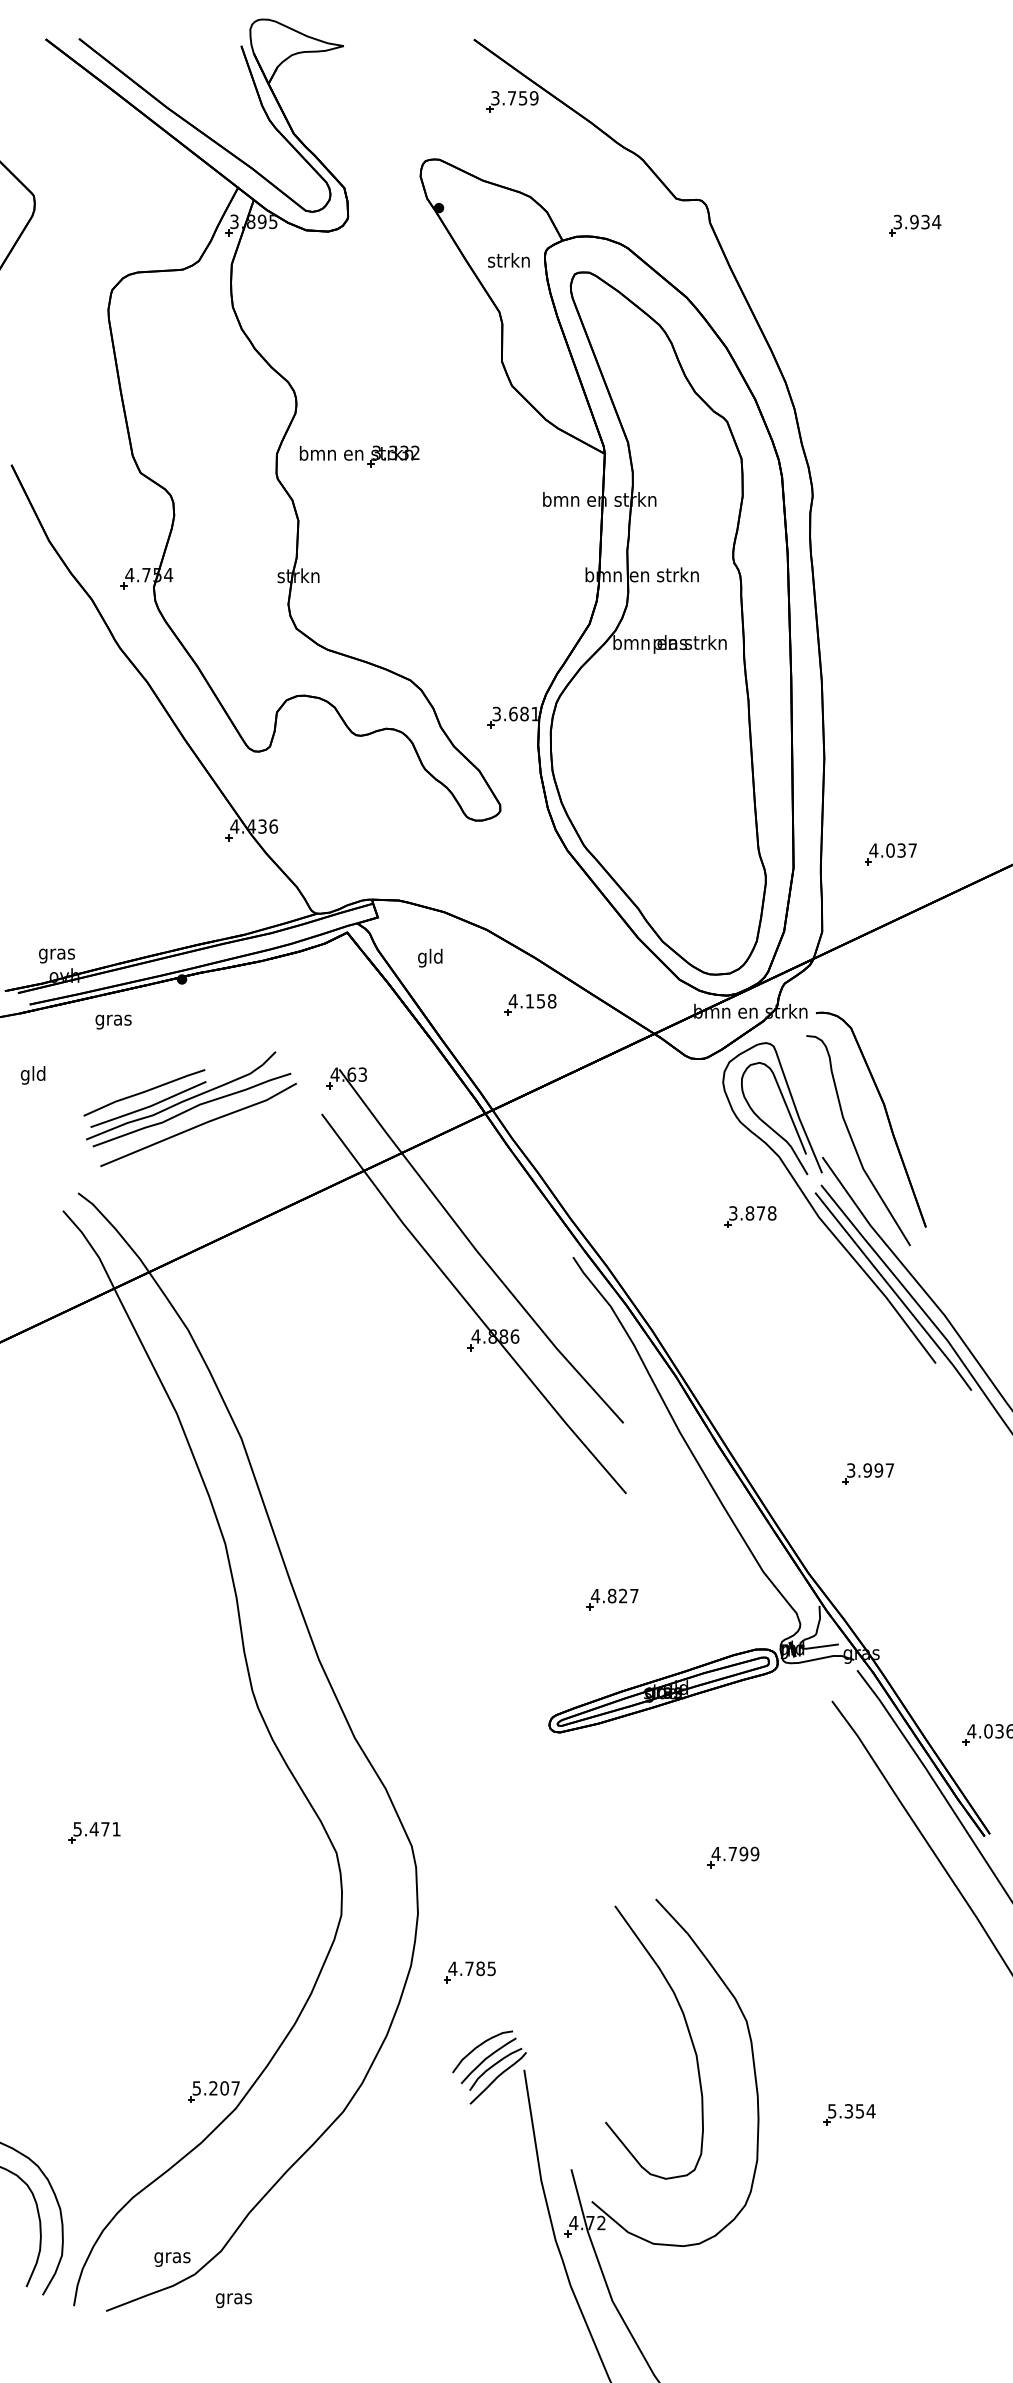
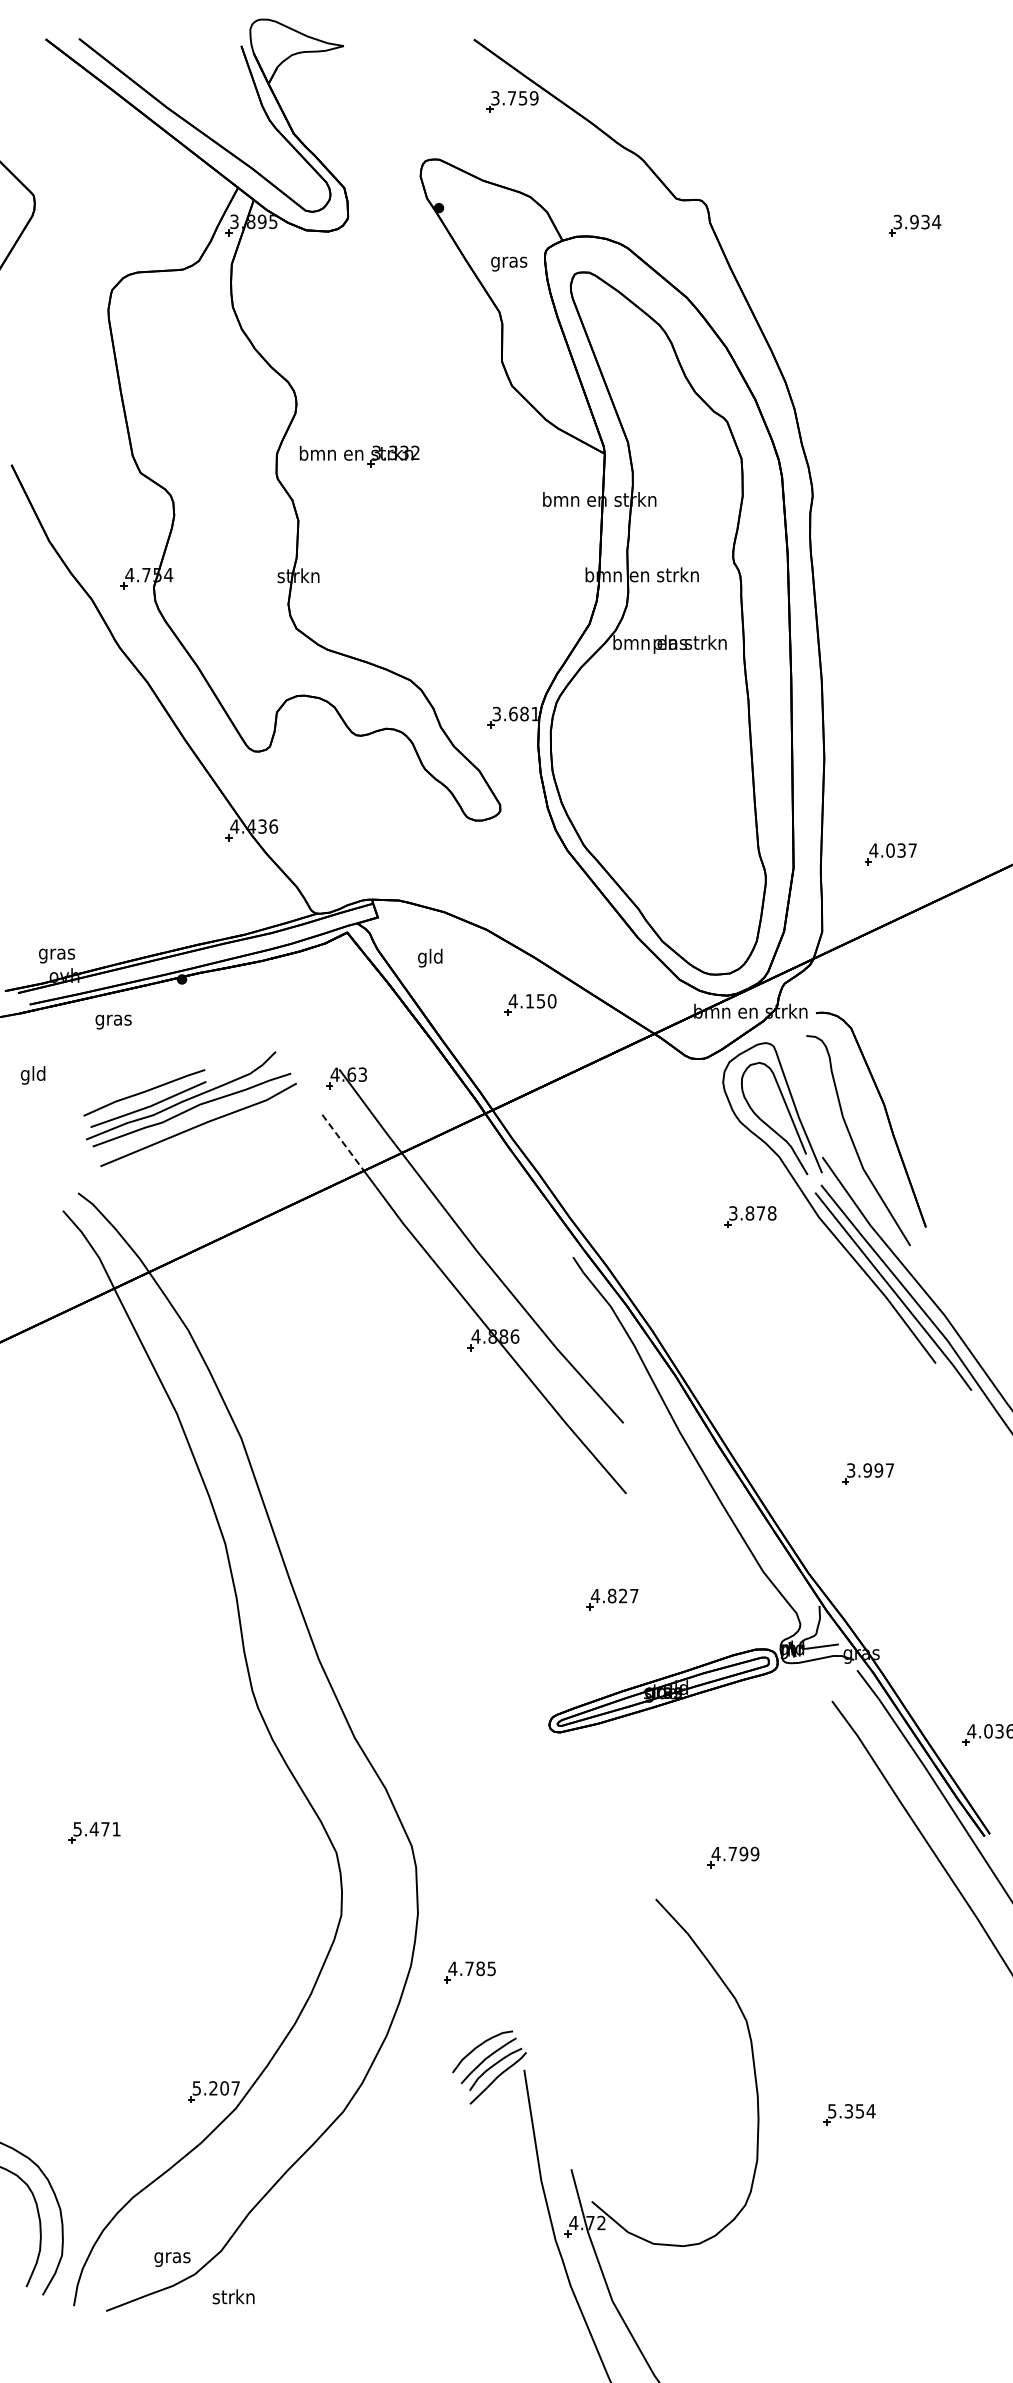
text at (508, 261): strkn -> gras
text at (551, 1001): 4.158 -> 4.150
line at (343, 1142): solid -> dashed
curve at (687, 2030): present -> none
text at (233, 2298): gras -> strkn
